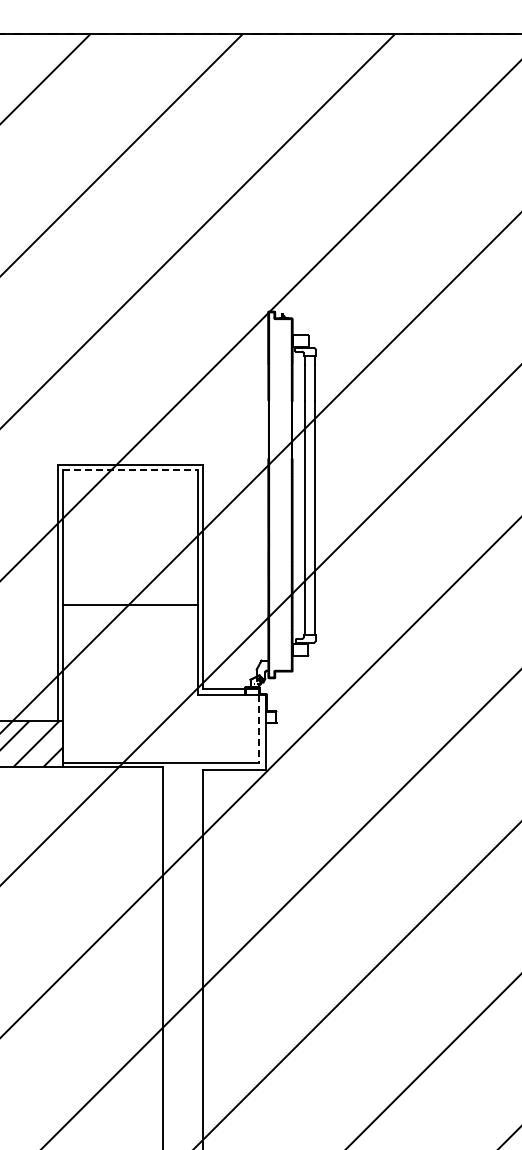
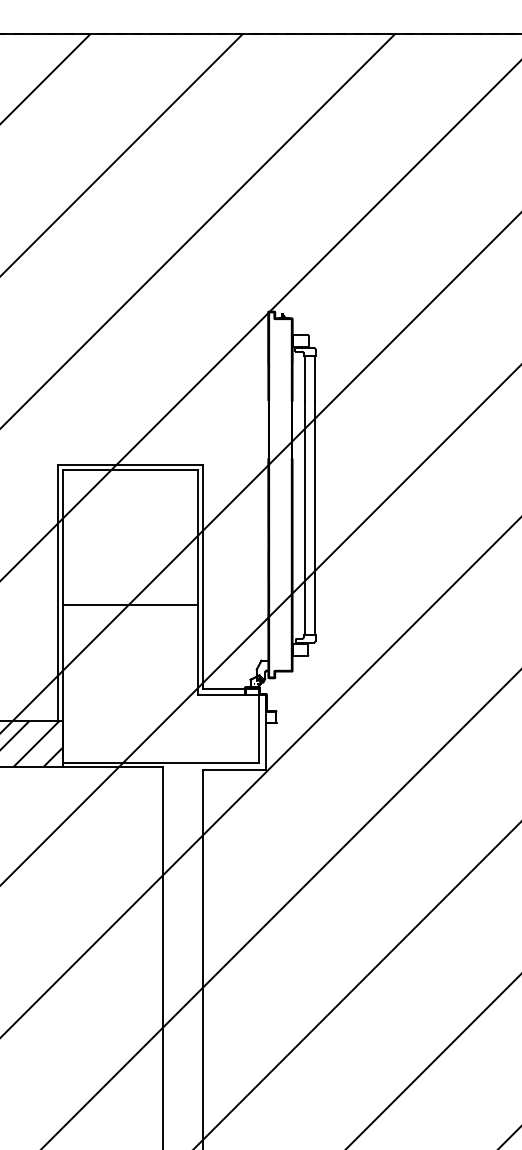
line at (130, 469): dashed -> solid
line at (259, 729): dashed -> solid
